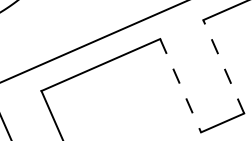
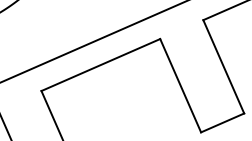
line at (223, 66): dashed -> solid
line at (180, 85): dashed -> solid
